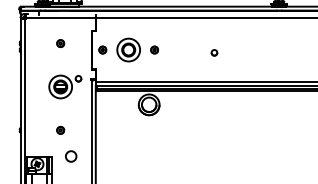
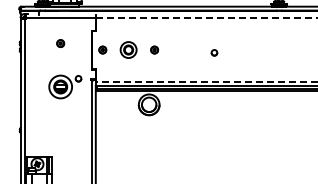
line at (206, 18): solid -> dashed
part at (128, 49) size: 25x26 px -> 19x18 px
line at (206, 81): solid -> dashed
part at (60, 130): present -> none
circle at (71, 156): present -> none
